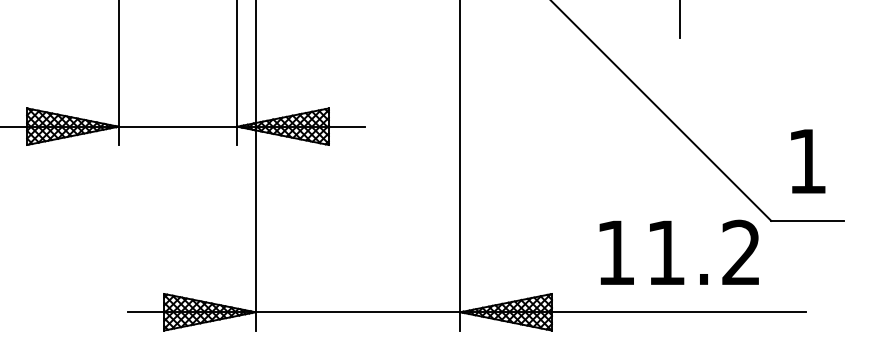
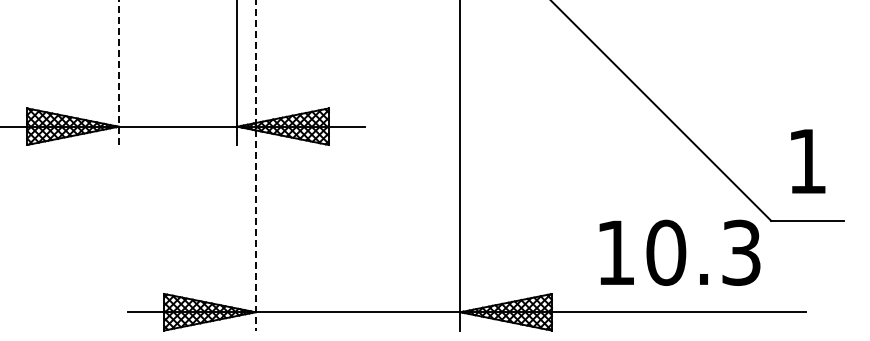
line at (679, 20): present -> none
line at (118, 73): solid -> dashed
line at (255, 165): solid -> dashed
text at (703, 252): 11.2 -> 10.3
